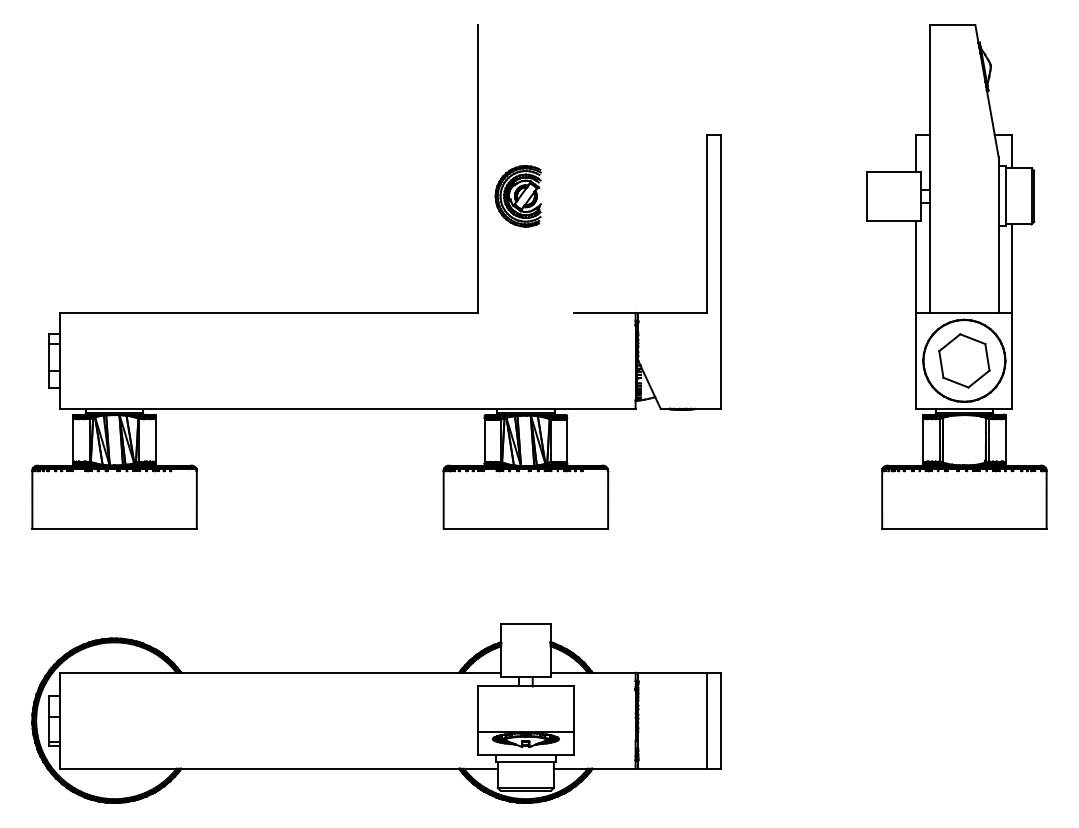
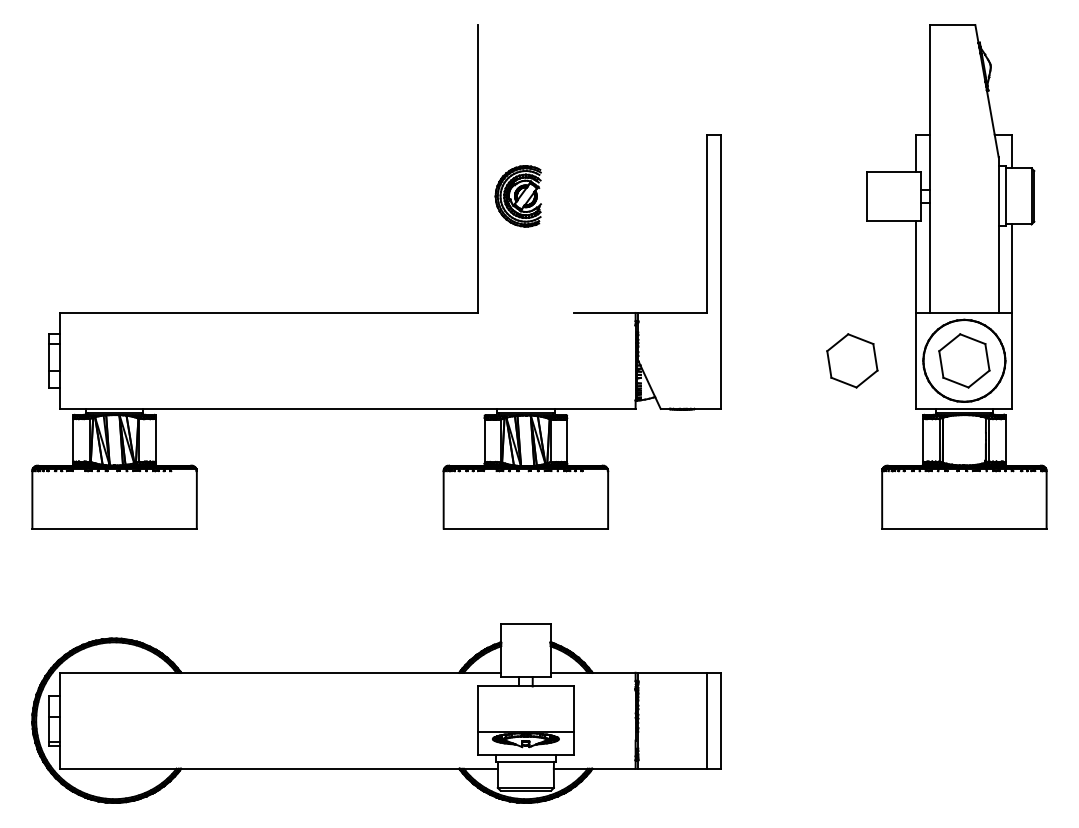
part at (852, 360): none -> present
